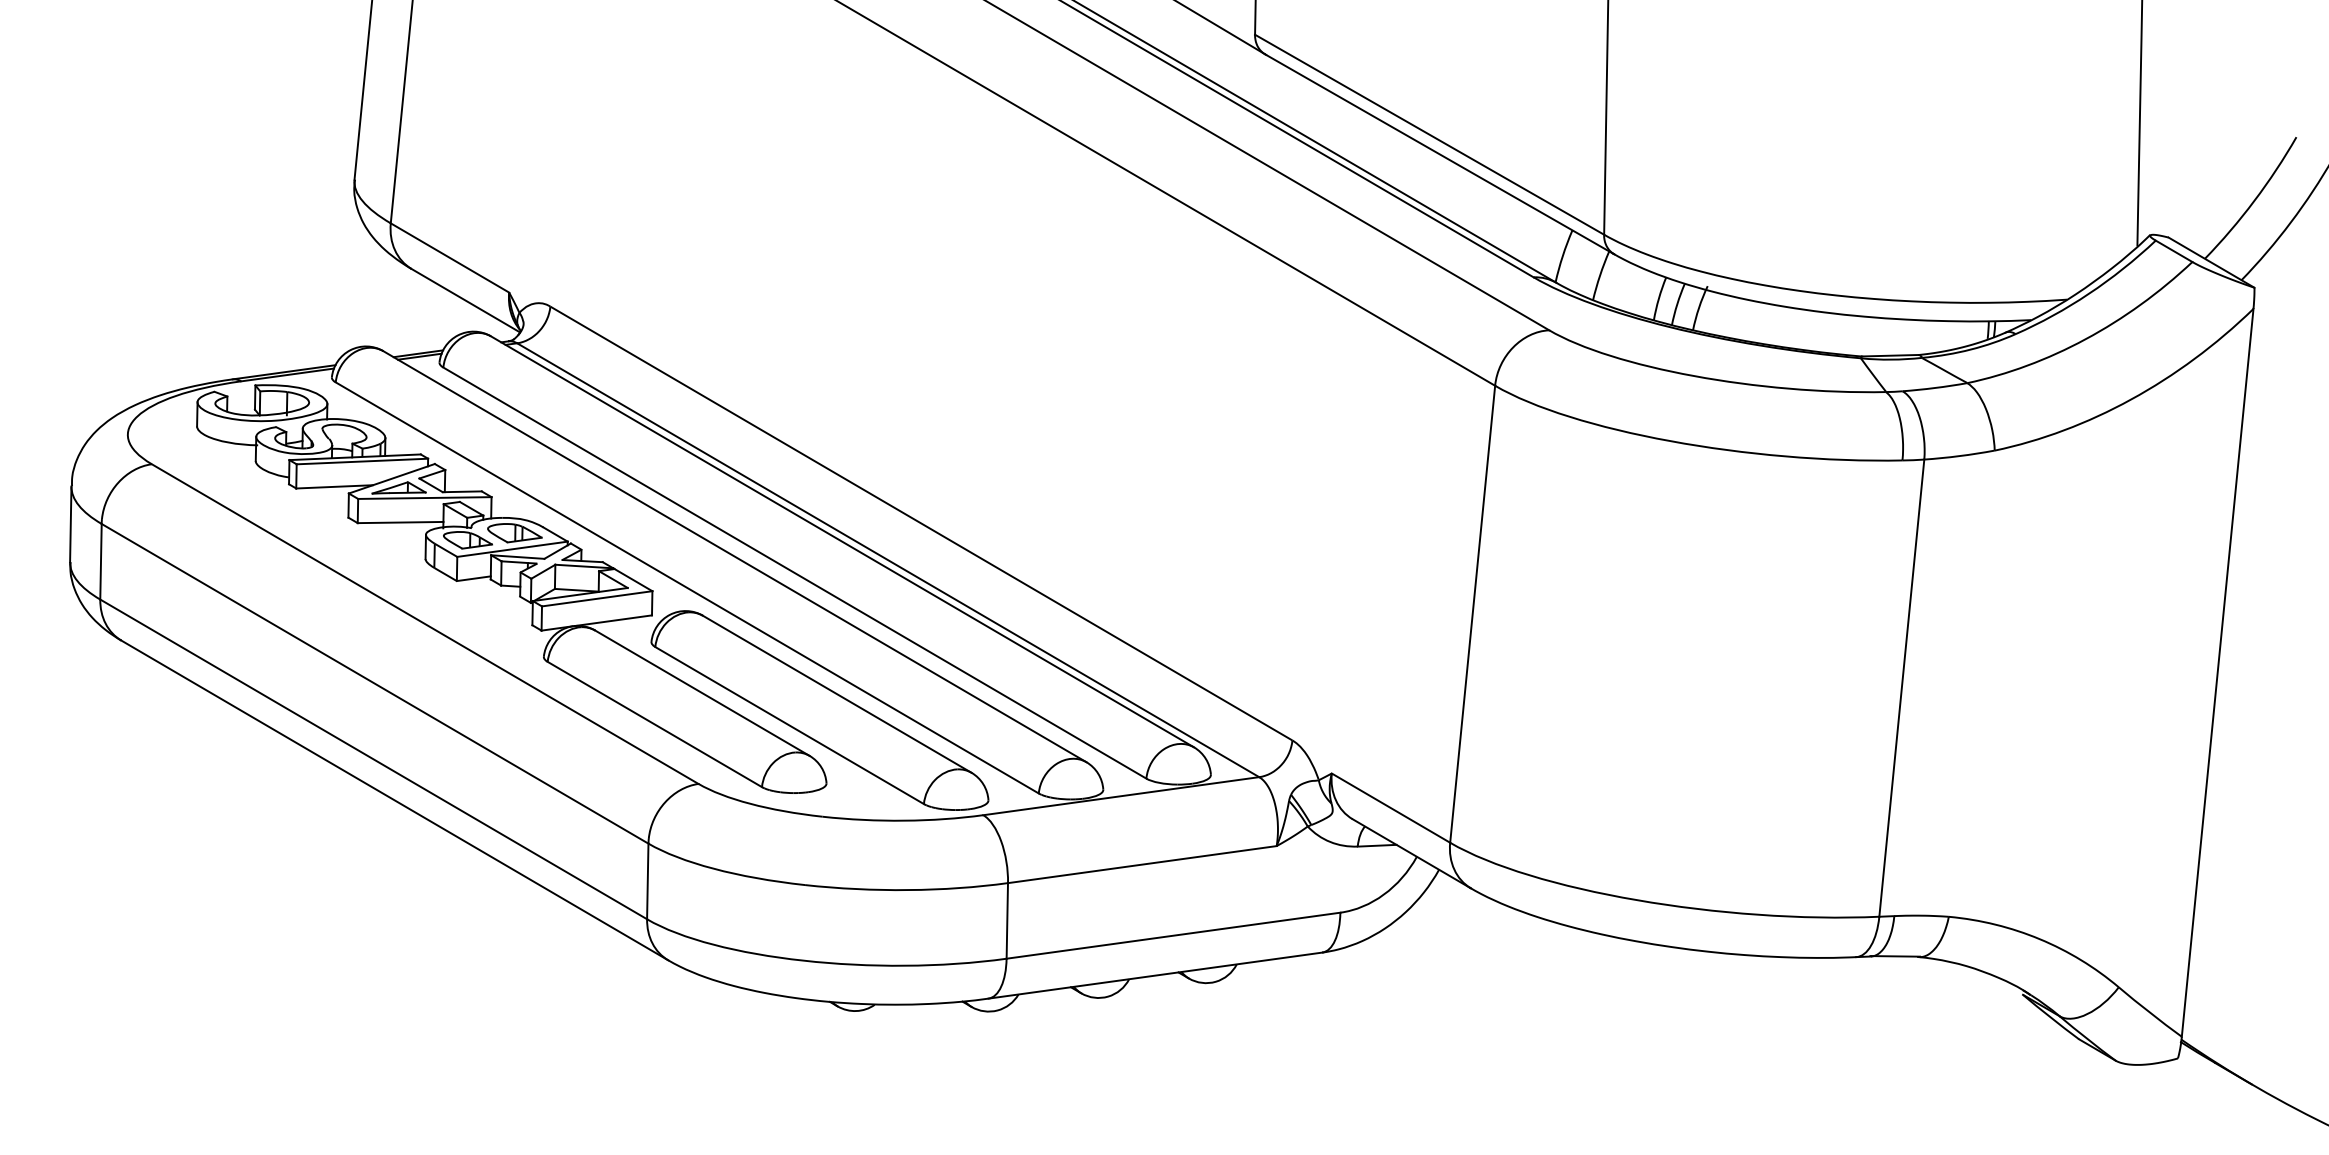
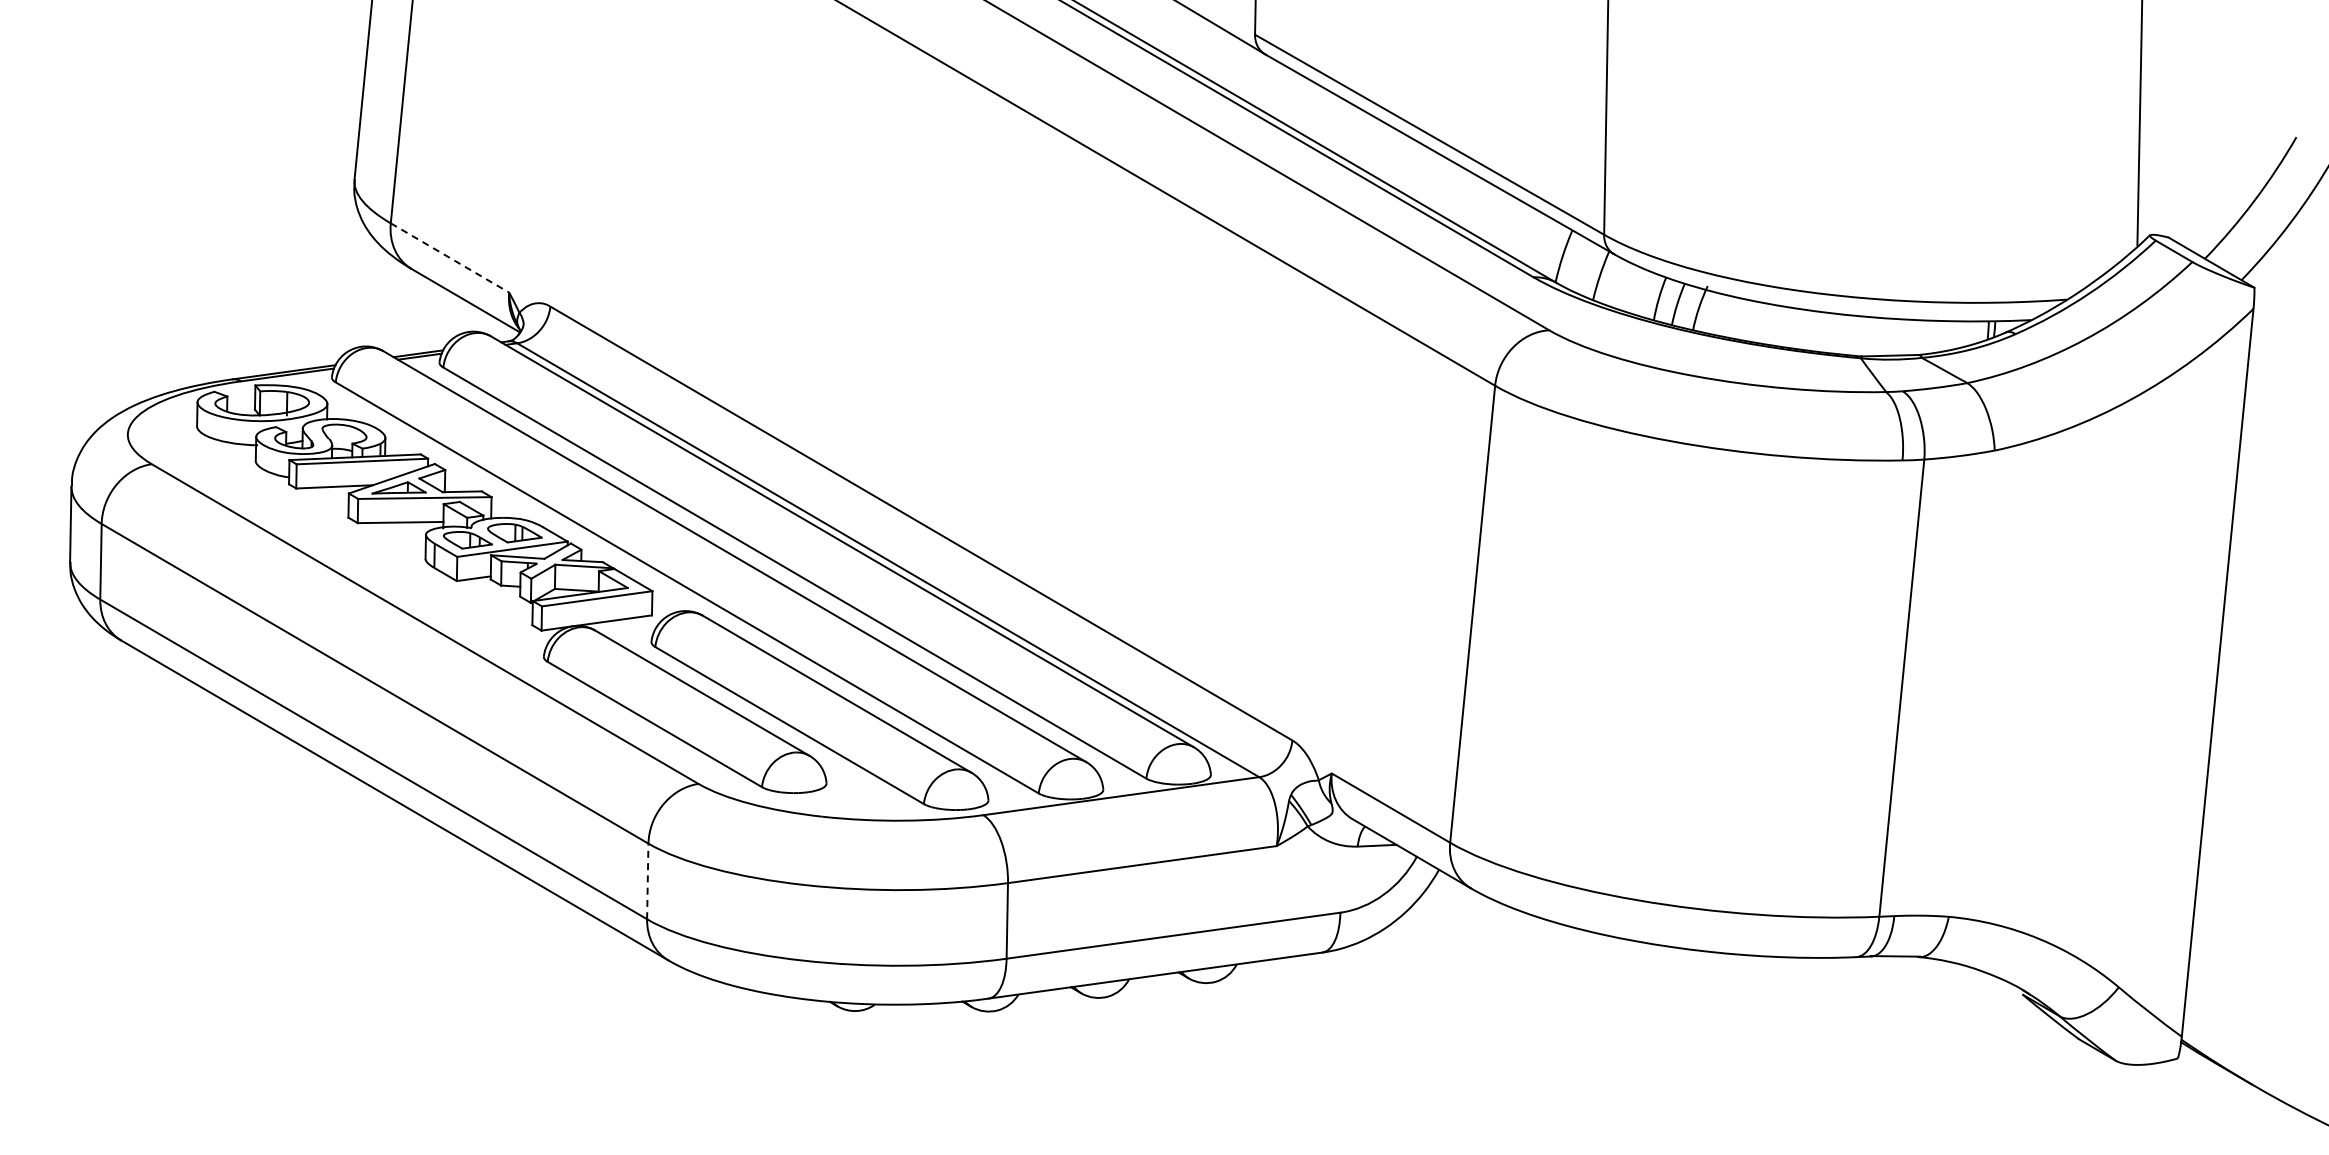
line at (449, 257): solid -> dashed
line at (647, 881): solid -> dashed
